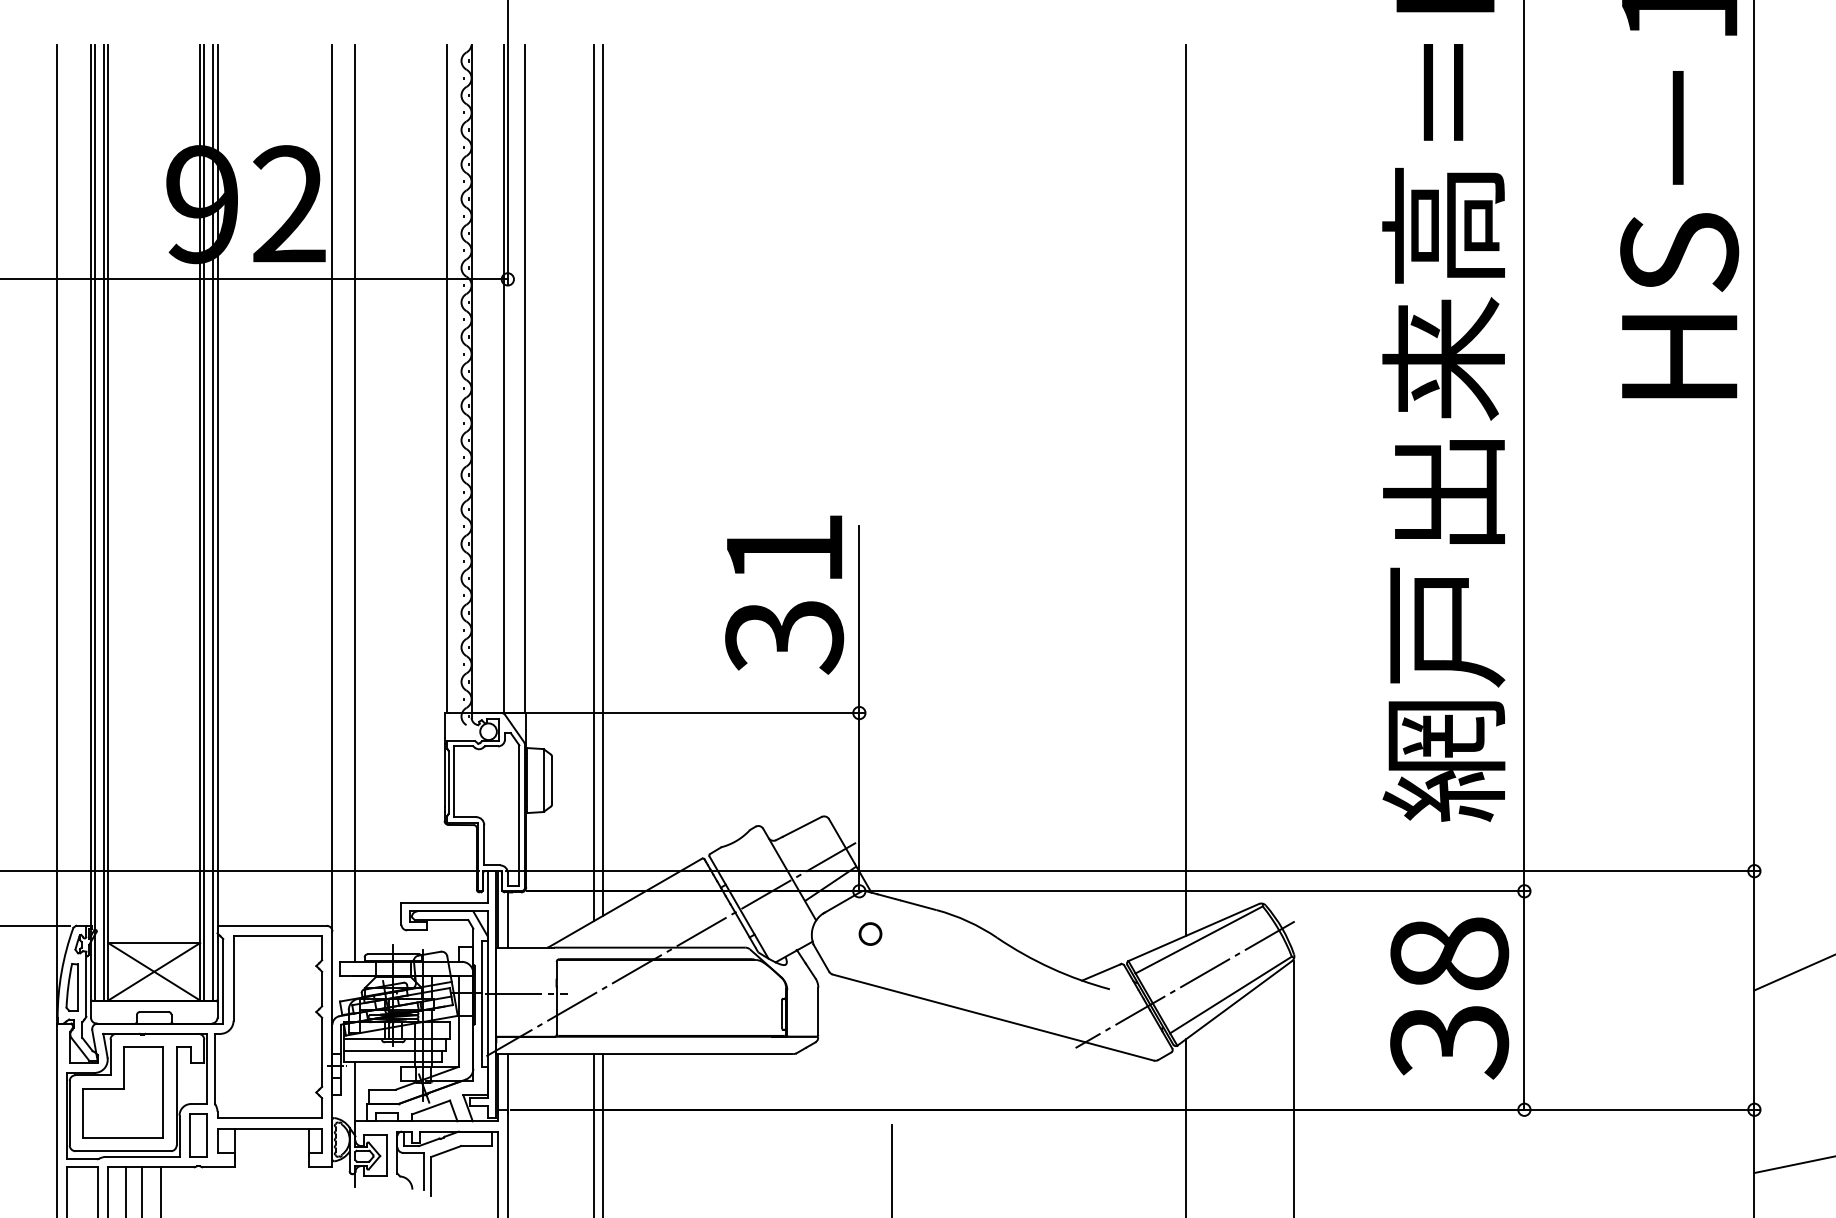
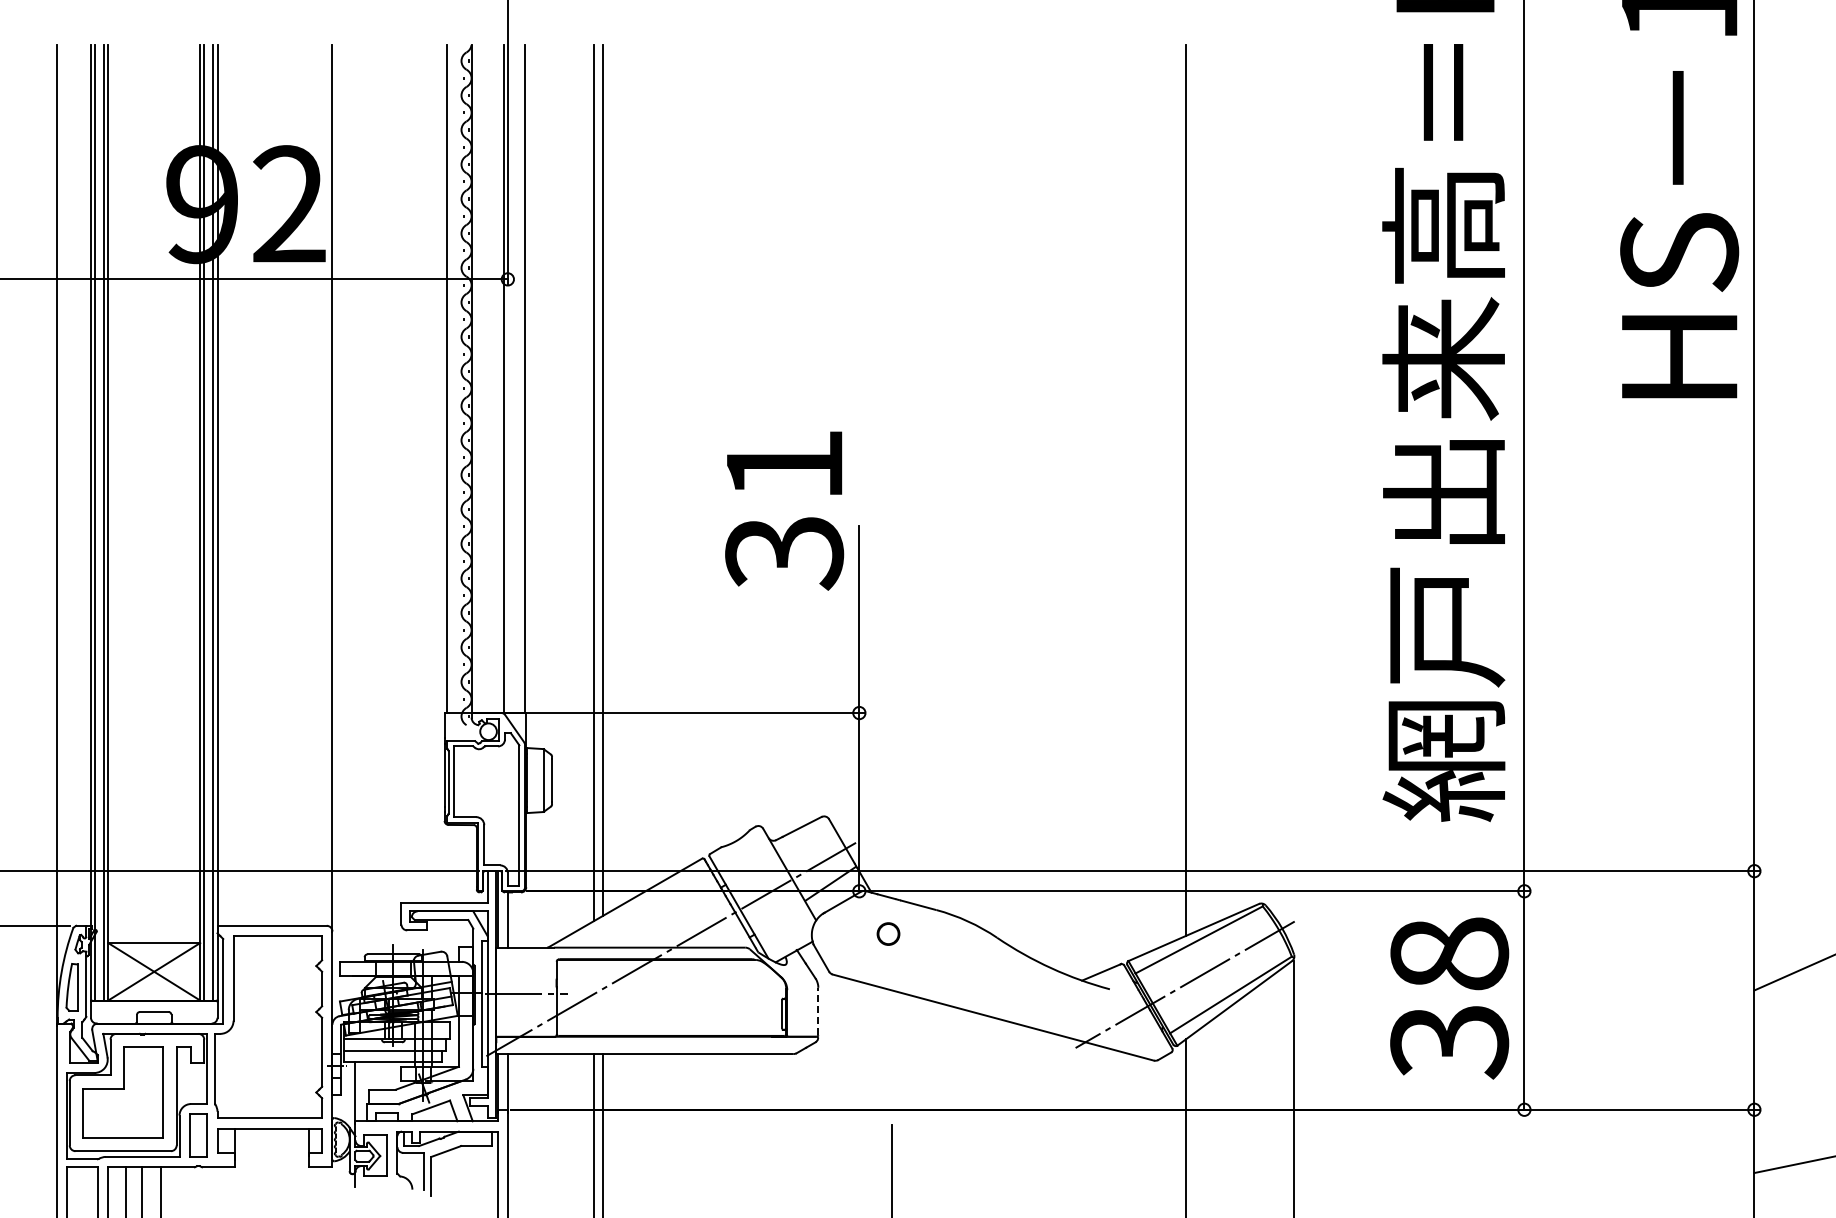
line at (355, 502): present -> none
text at (784, 594) position: (784, 594) -> (784, 510)
part at (870, 933) position: (870, 933) -> (888, 933)
line at (818, 1011): solid -> dashed
